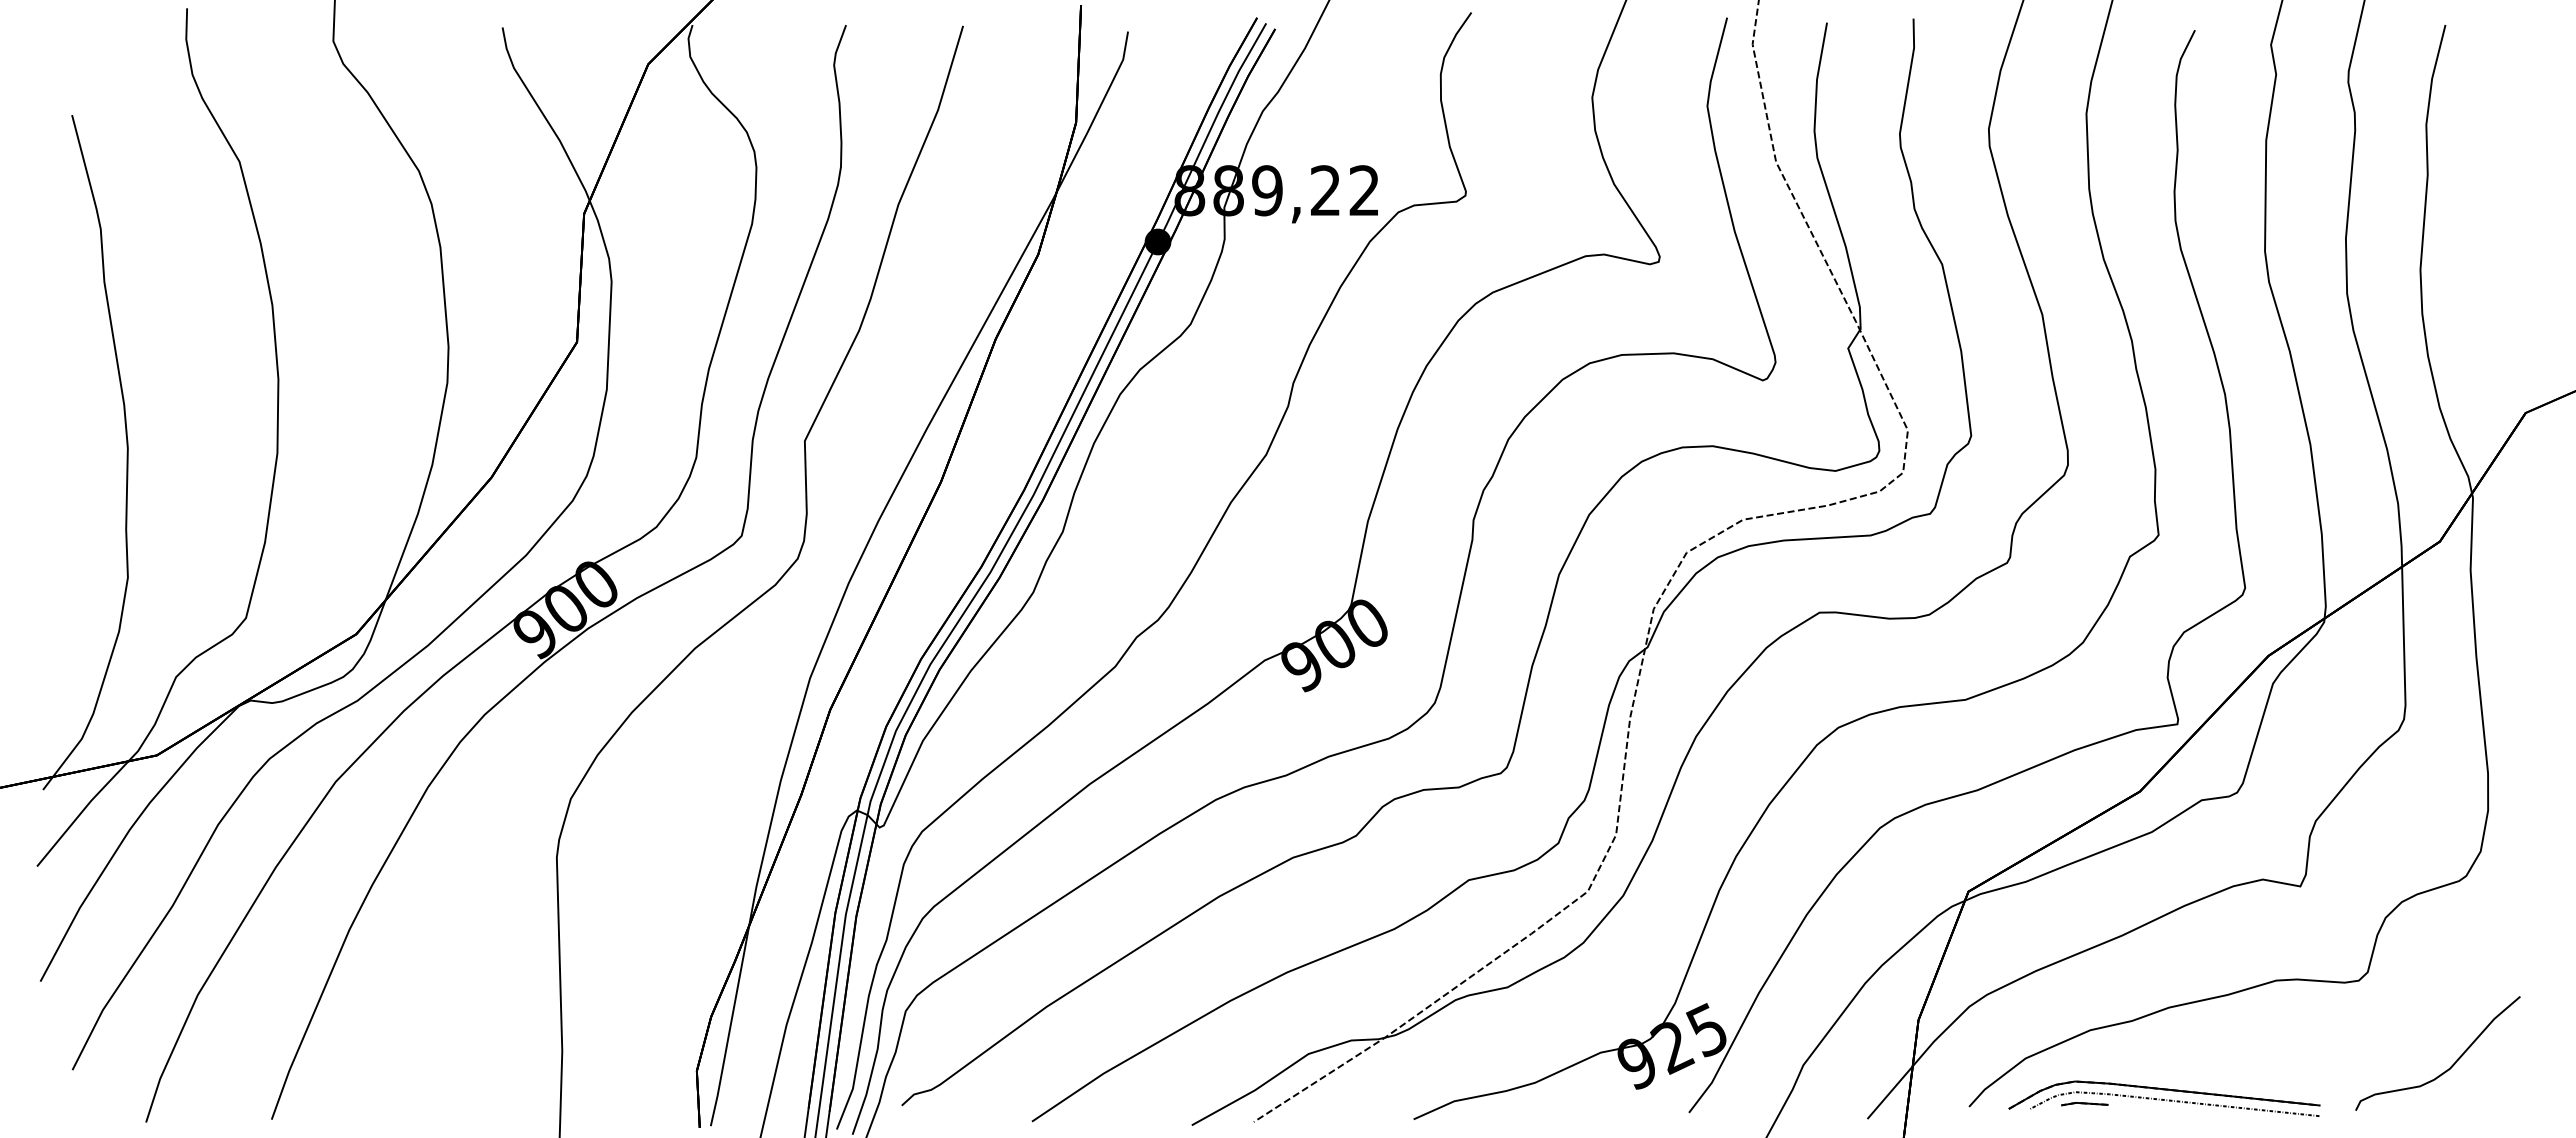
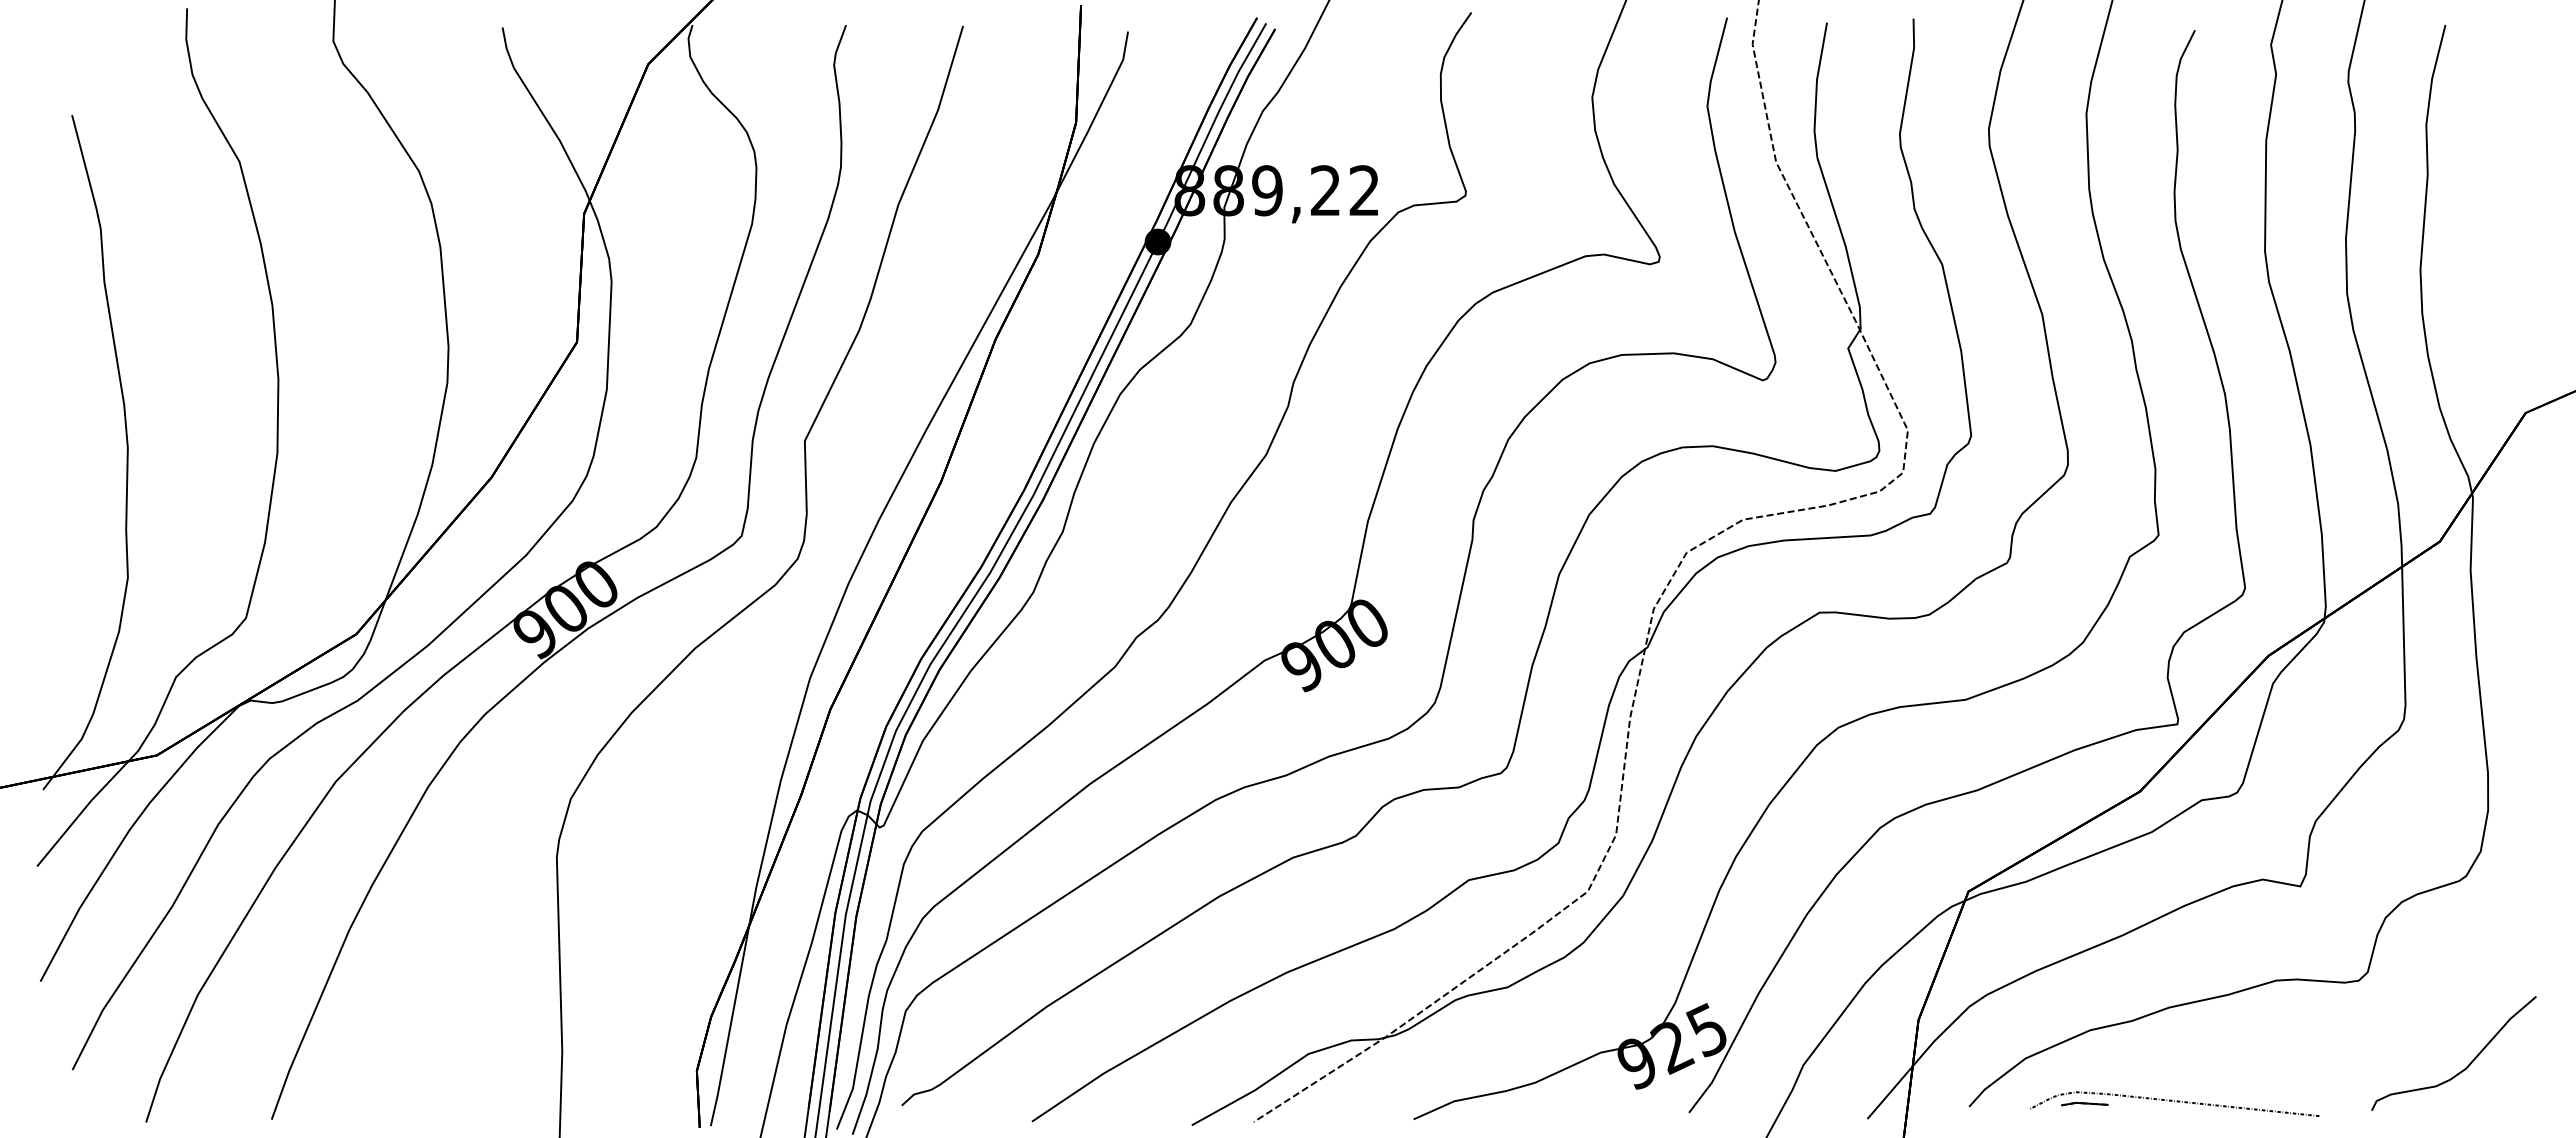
part at (2450, 1066) position: (2450, 1066) -> (2466, 1066)
part at (2164, 1094): present -> none
